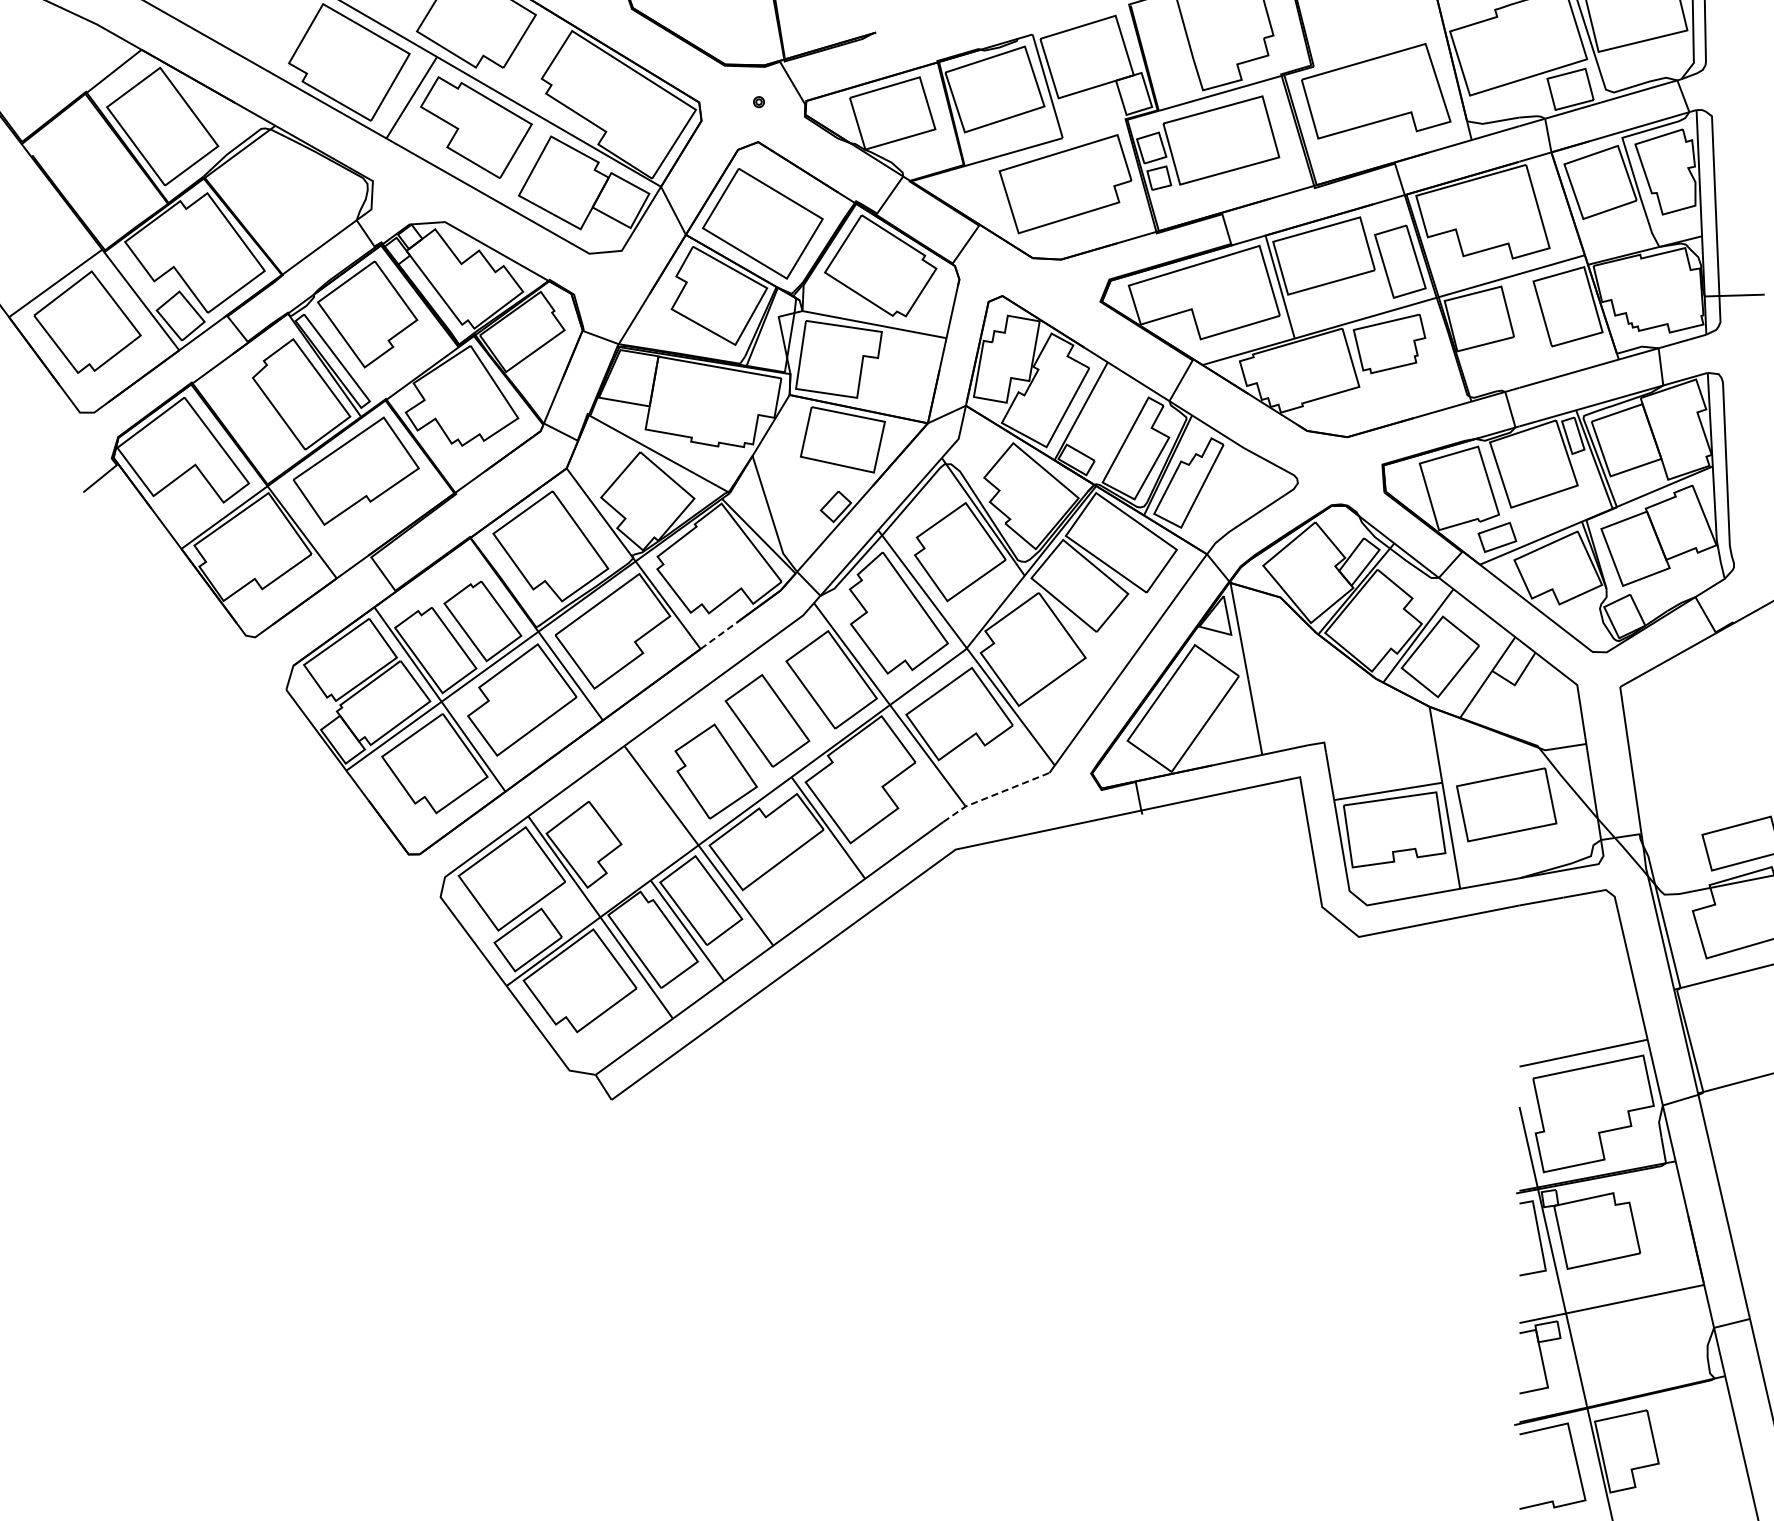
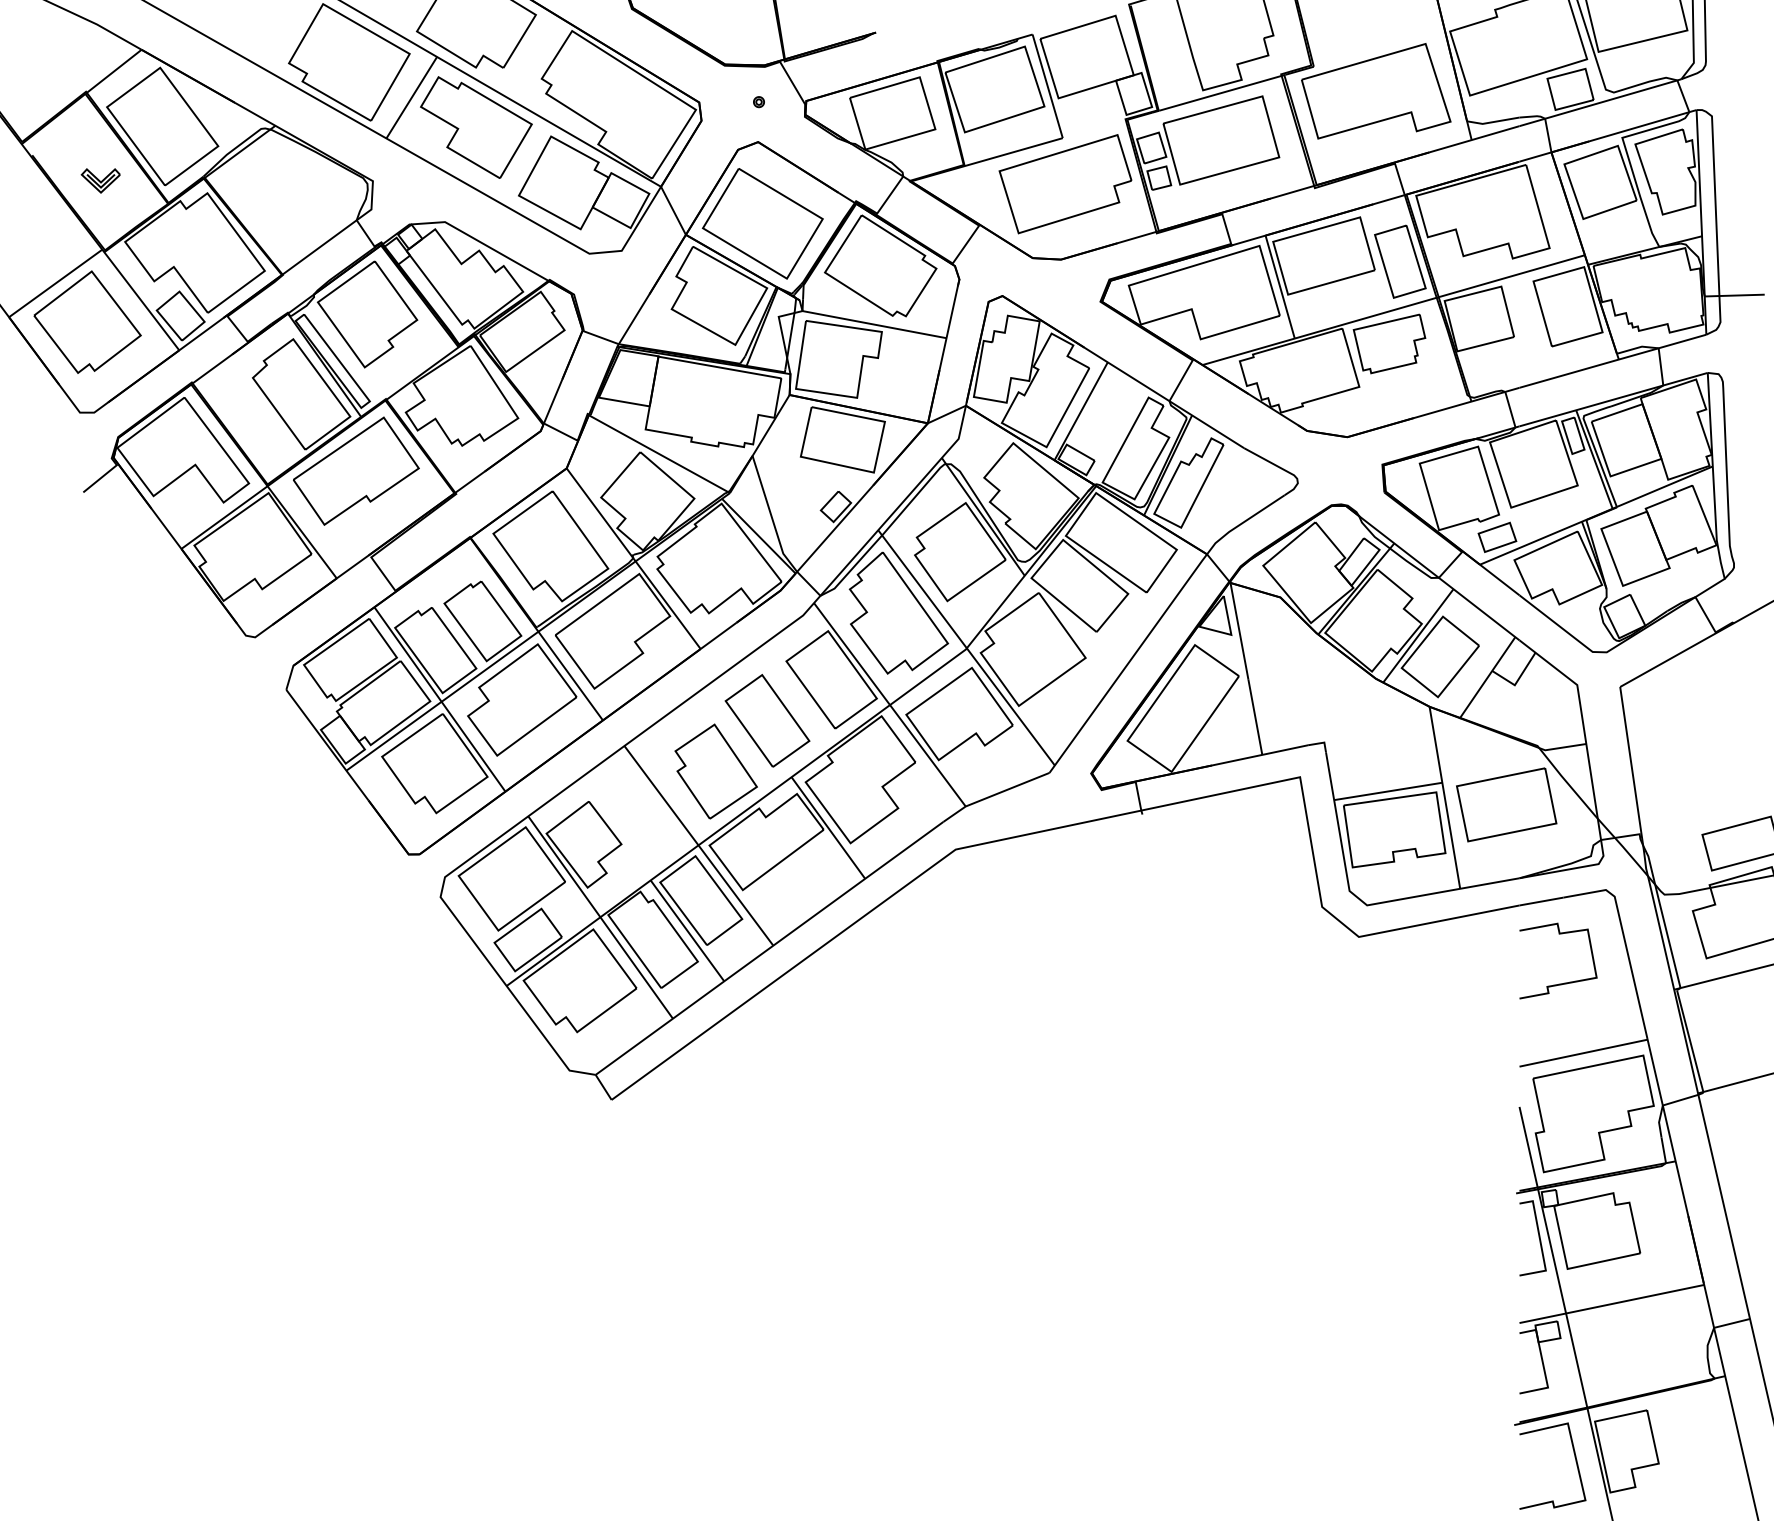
part at (100, 180): none -> present
line at (719, 635): dashed -> solid
line at (994, 795): dashed -> solid
curve at (1564, 982): none -> present
